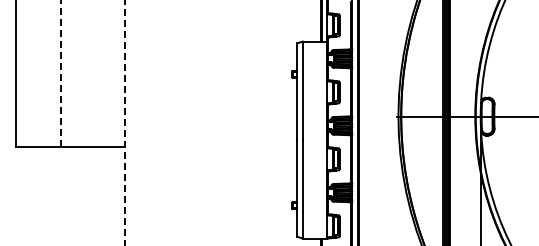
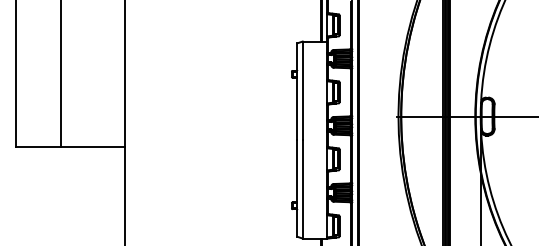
line at (61, 73): dashed -> solid
line at (124, 123): dashed -> solid
